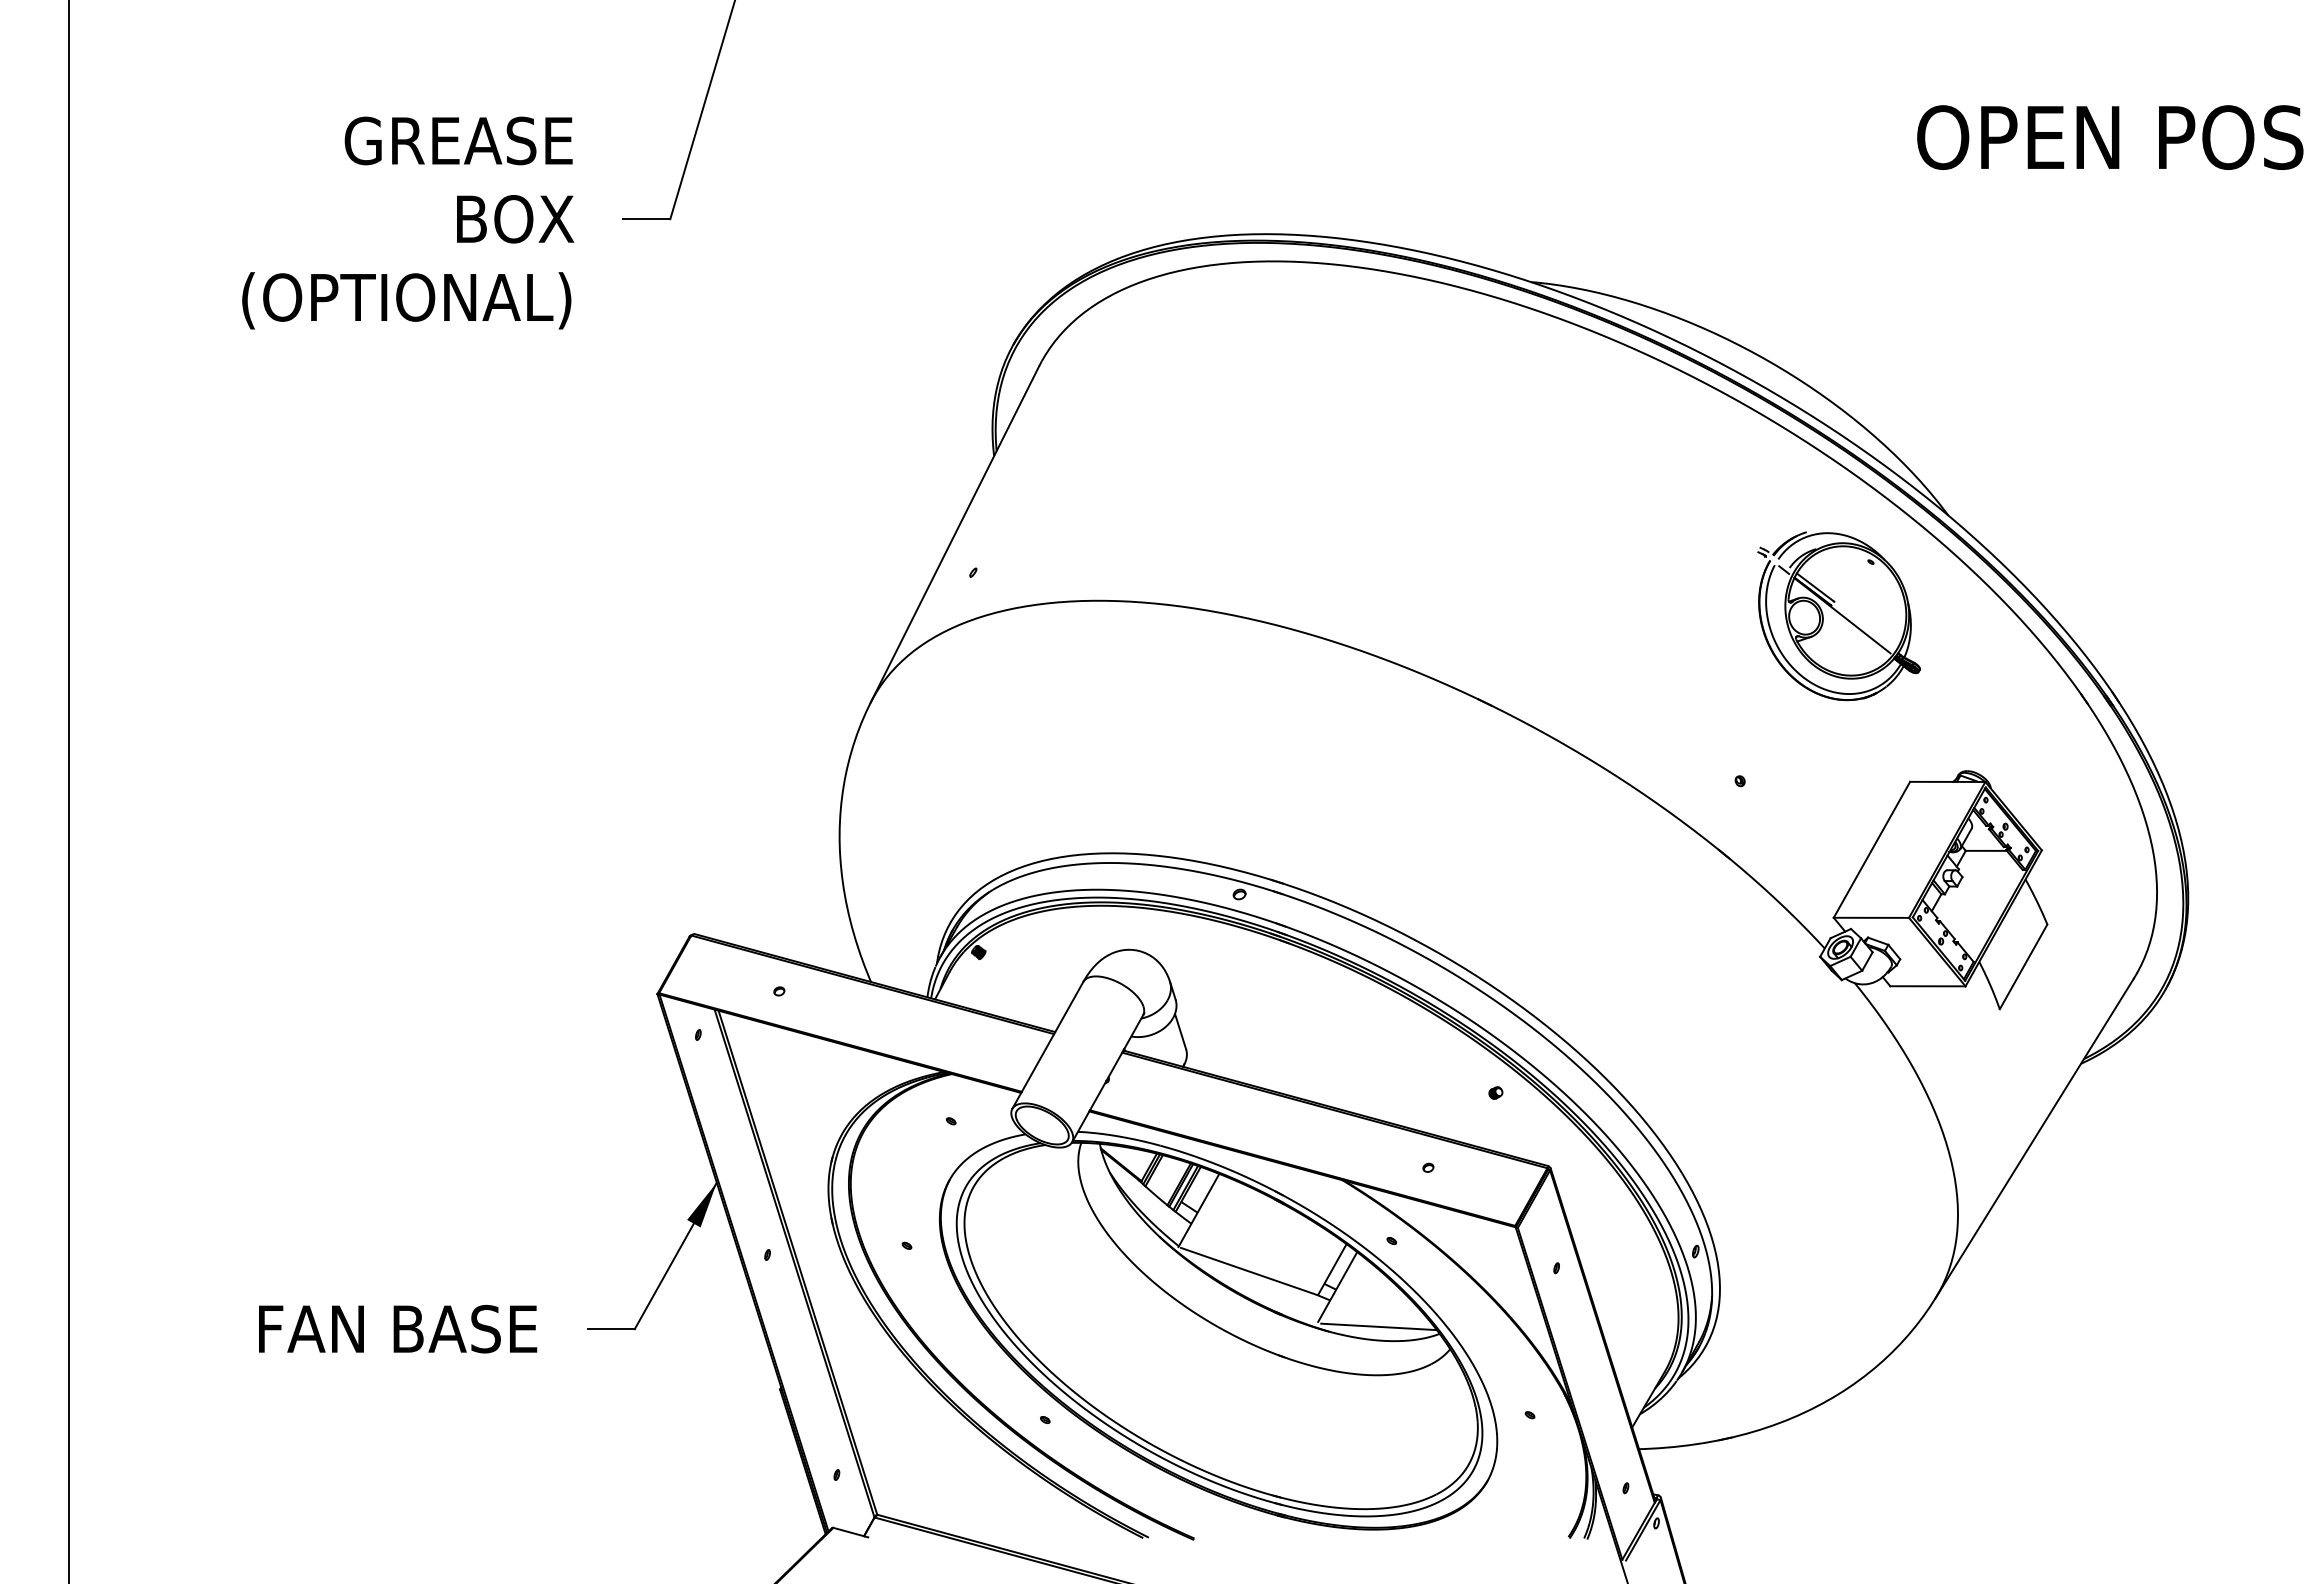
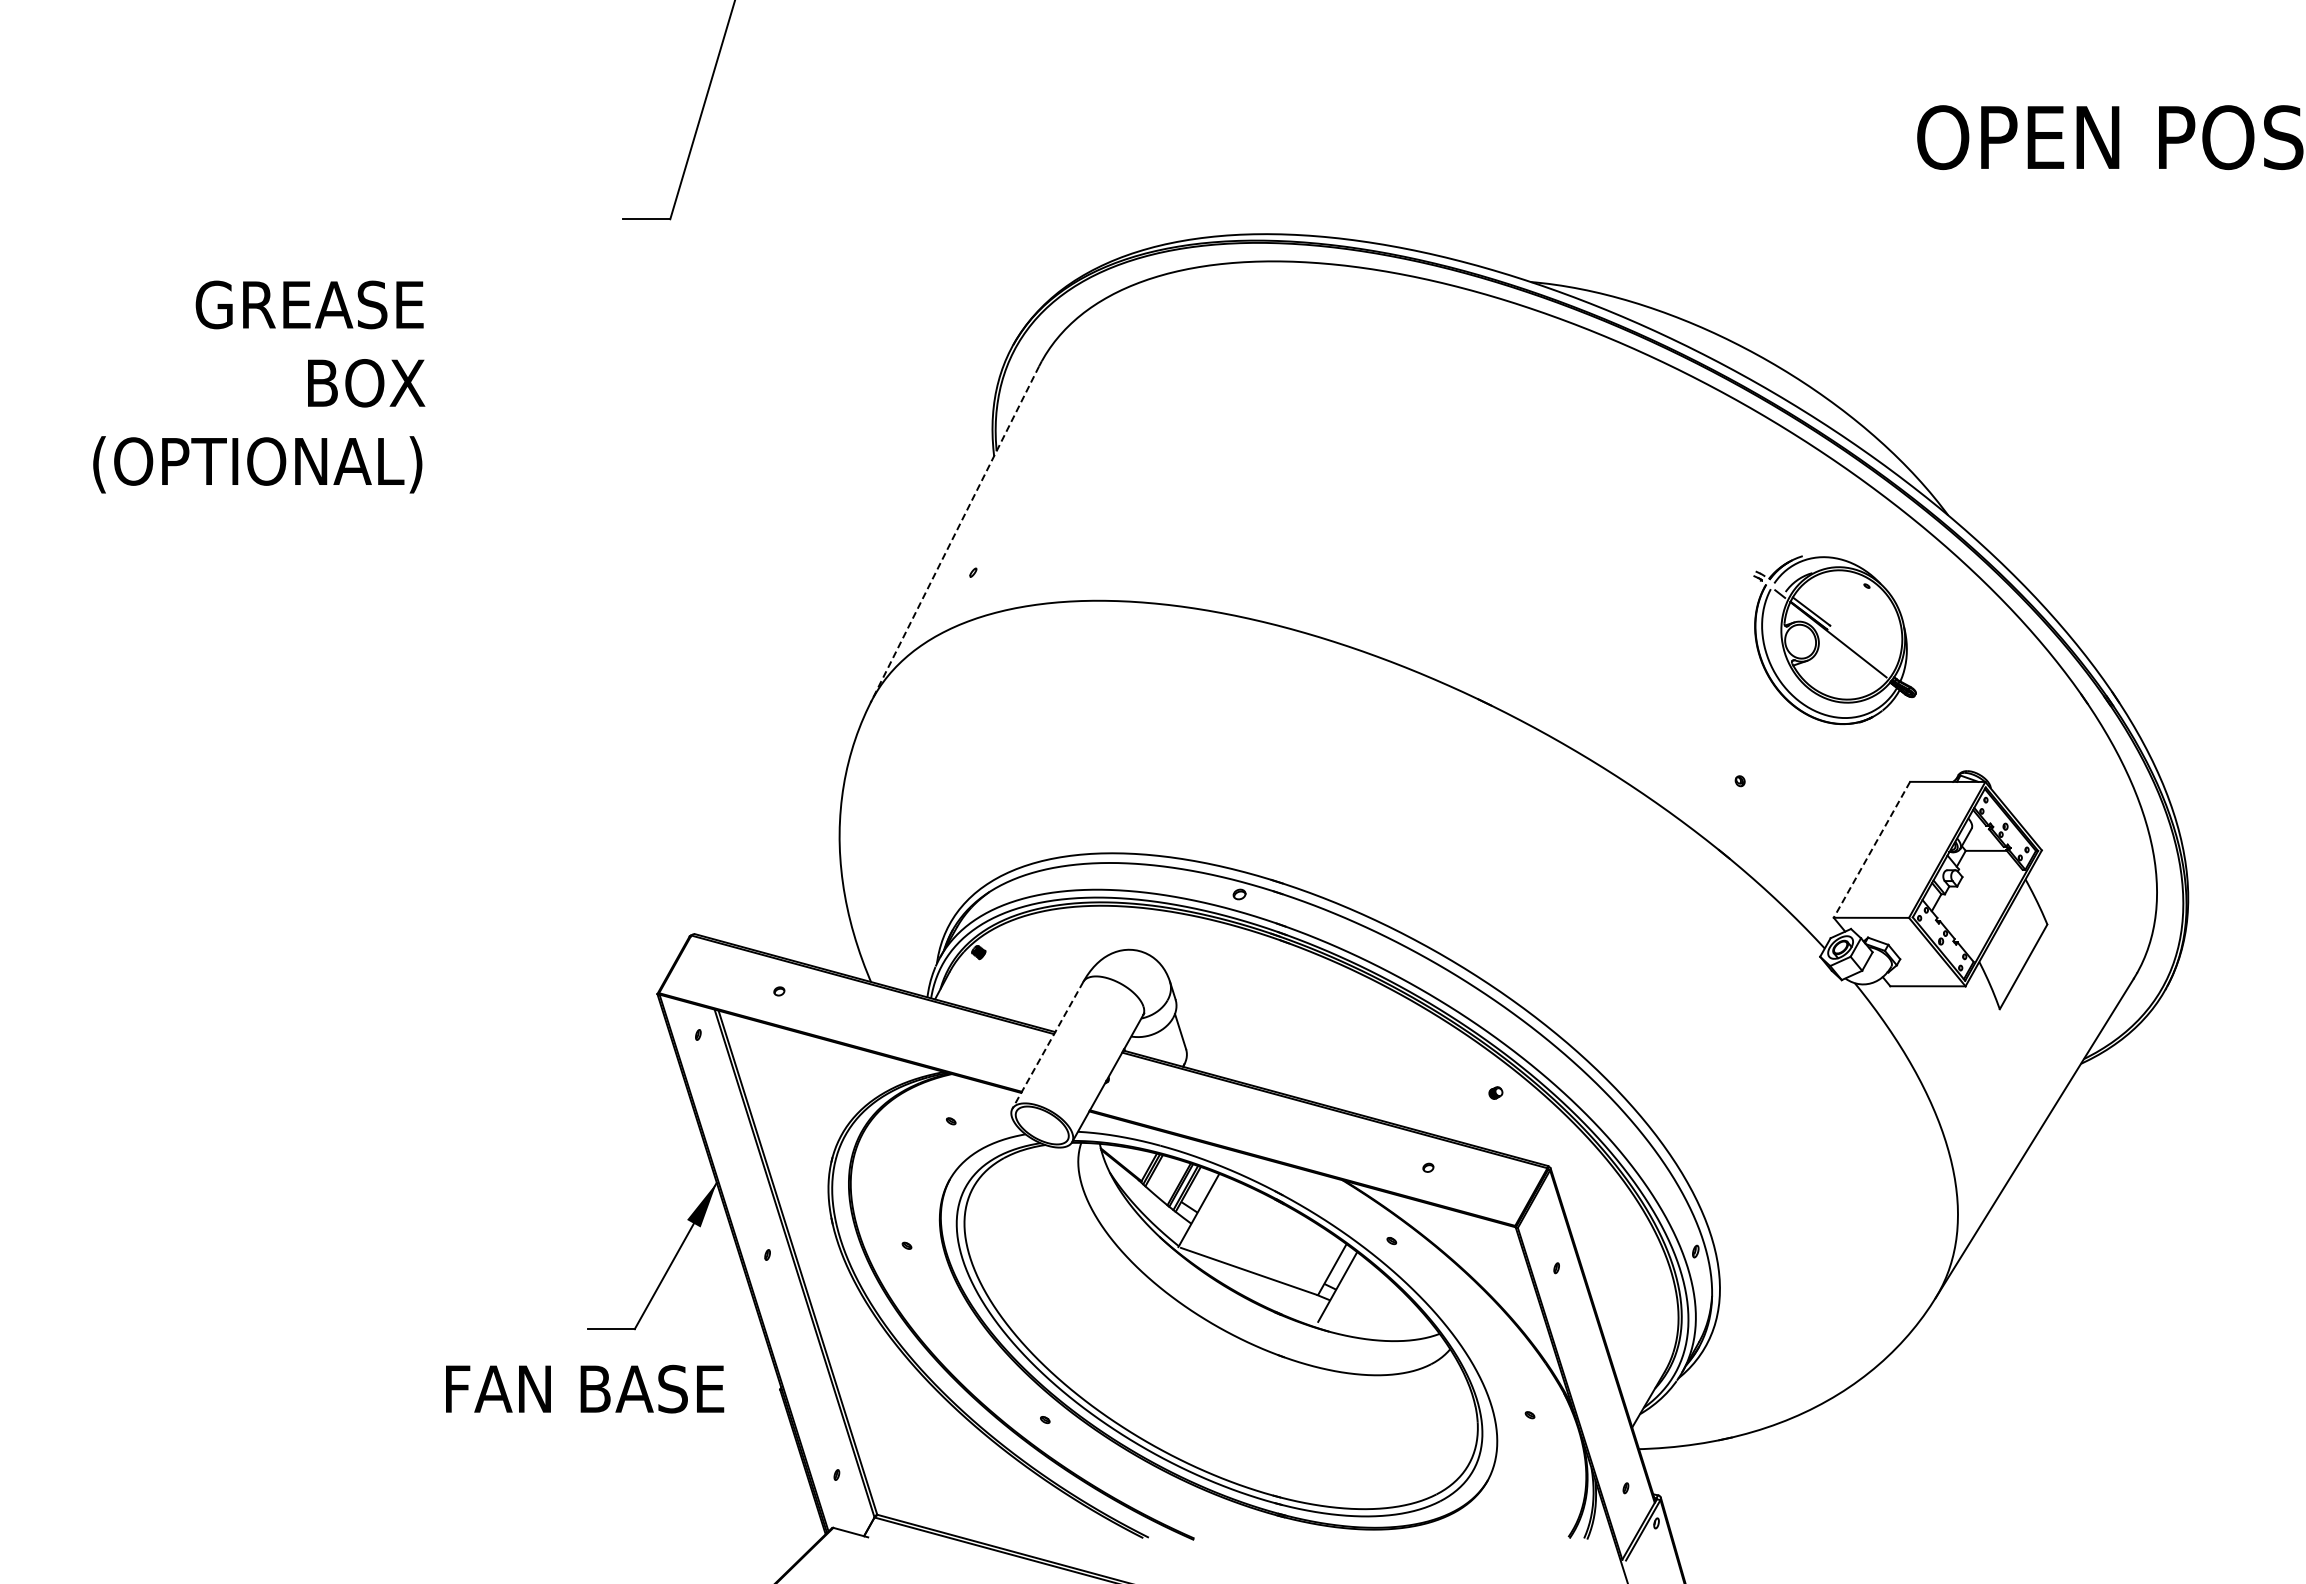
text at (408, 222) position: (408, 222) -> (259, 386)
line at (954, 535): solid -> dashed
part at (1838, 616) position: (1838, 616) -> (1834, 640)
line at (69, 791): present -> none
line at (1871, 849): solid -> dashed
line at (1047, 1045): solid -> dashed
line at (1378, 1326): present -> none
text at (398, 1328) position: (398, 1328) -> (585, 1388)
